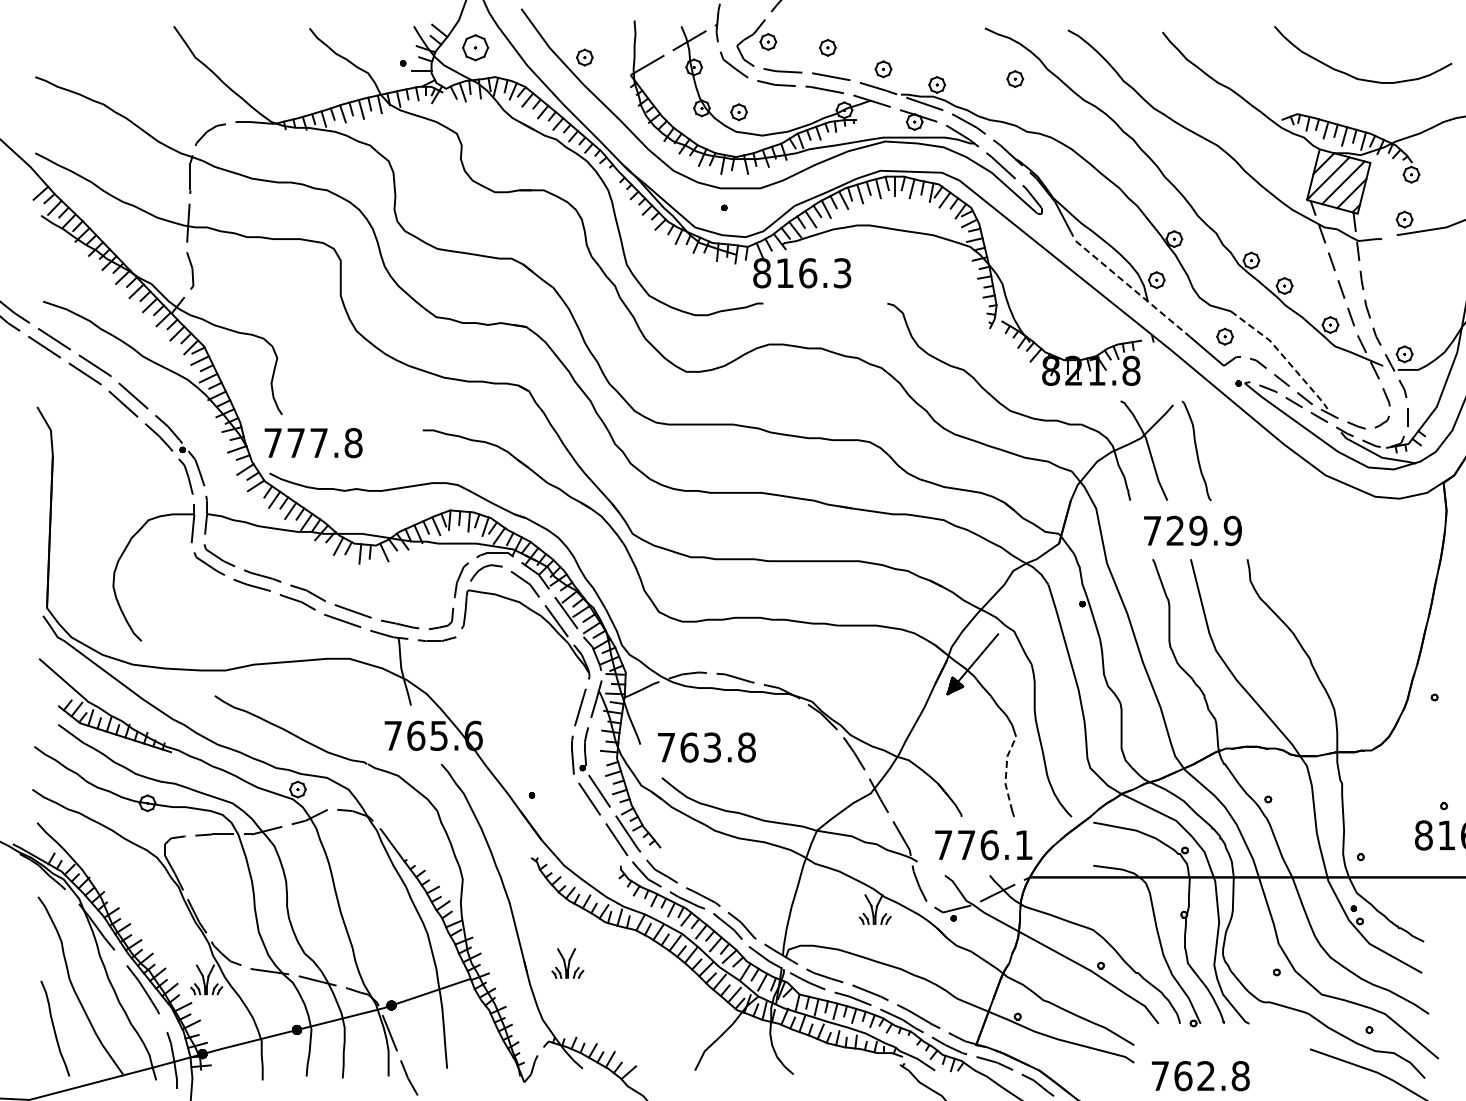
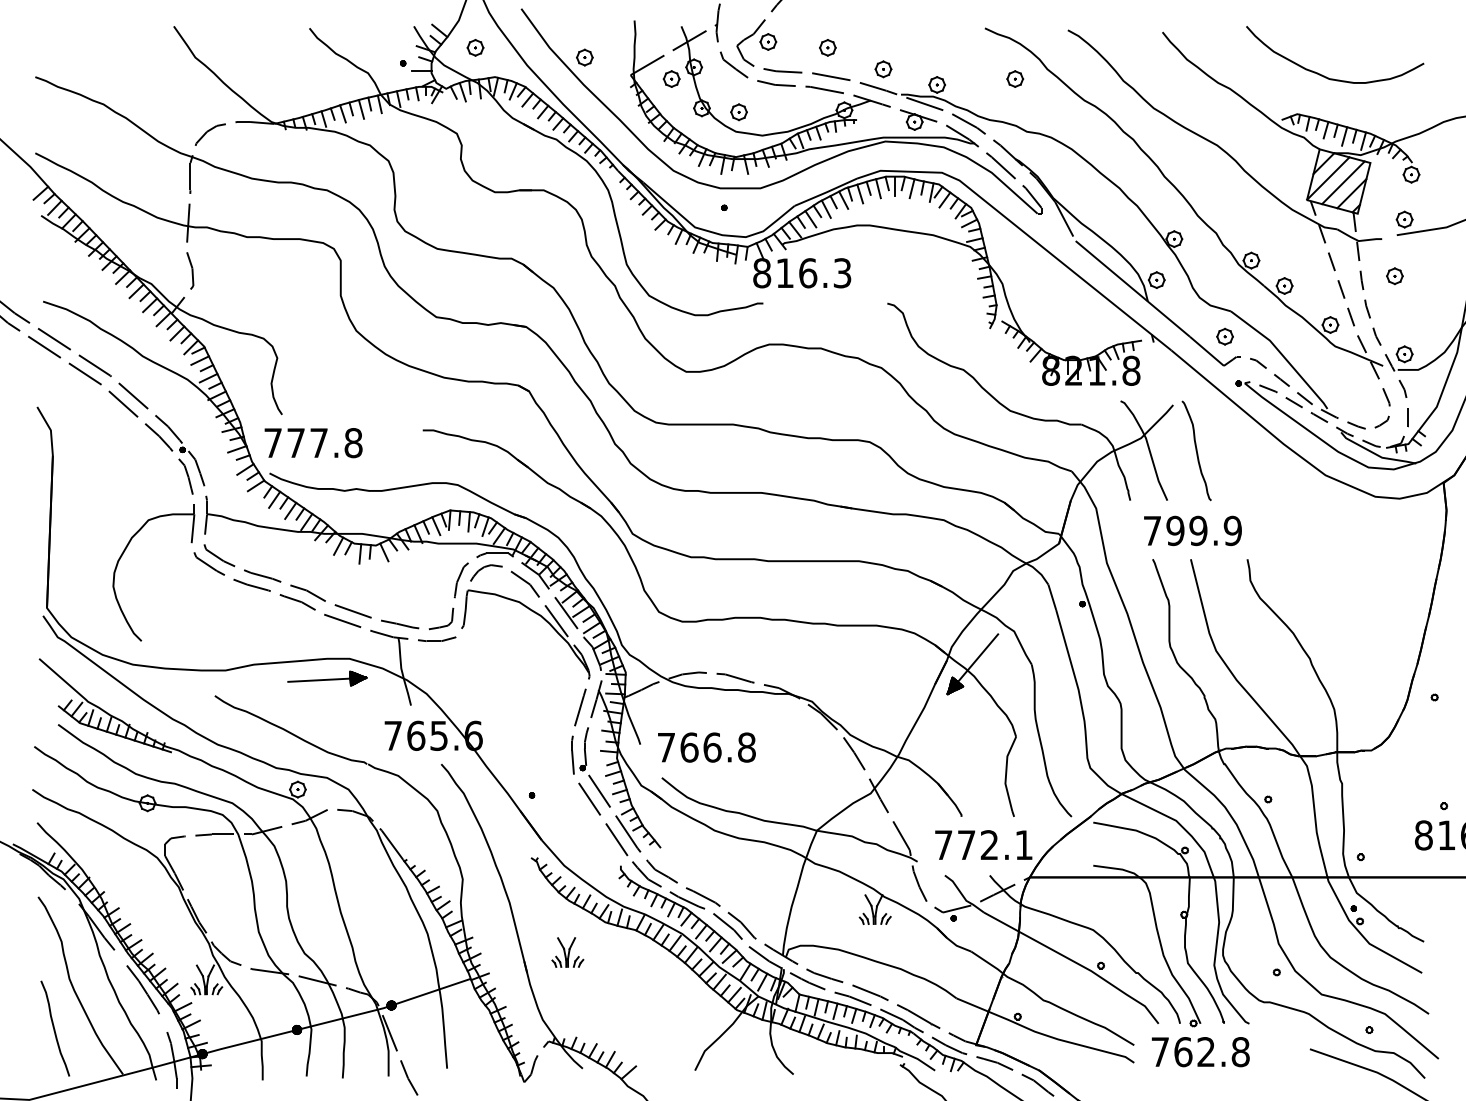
part at (475, 47) size: 28x28 px -> 19x18 px
curve at (1352, 75) position: (1352, 75) -> (1324, 75)
part at (671, 78): none -> present
part at (1394, 276): none -> present
line at (1133, 289): dashed -> solid
line at (1283, 356): dashed -> solid
text at (1175, 531): 729.9 -> 799.9
part at (327, 678): none -> present
text at (712, 747): 763.8 -> 766.8
line at (1006, 772): dashed -> solid
text at (989, 845): 776.1 -> 772.1
part at (567, 963) position: (567, 963) -> (567, 952)
text at (1200, 1076) position: (1200, 1076) -> (1200, 1052)
